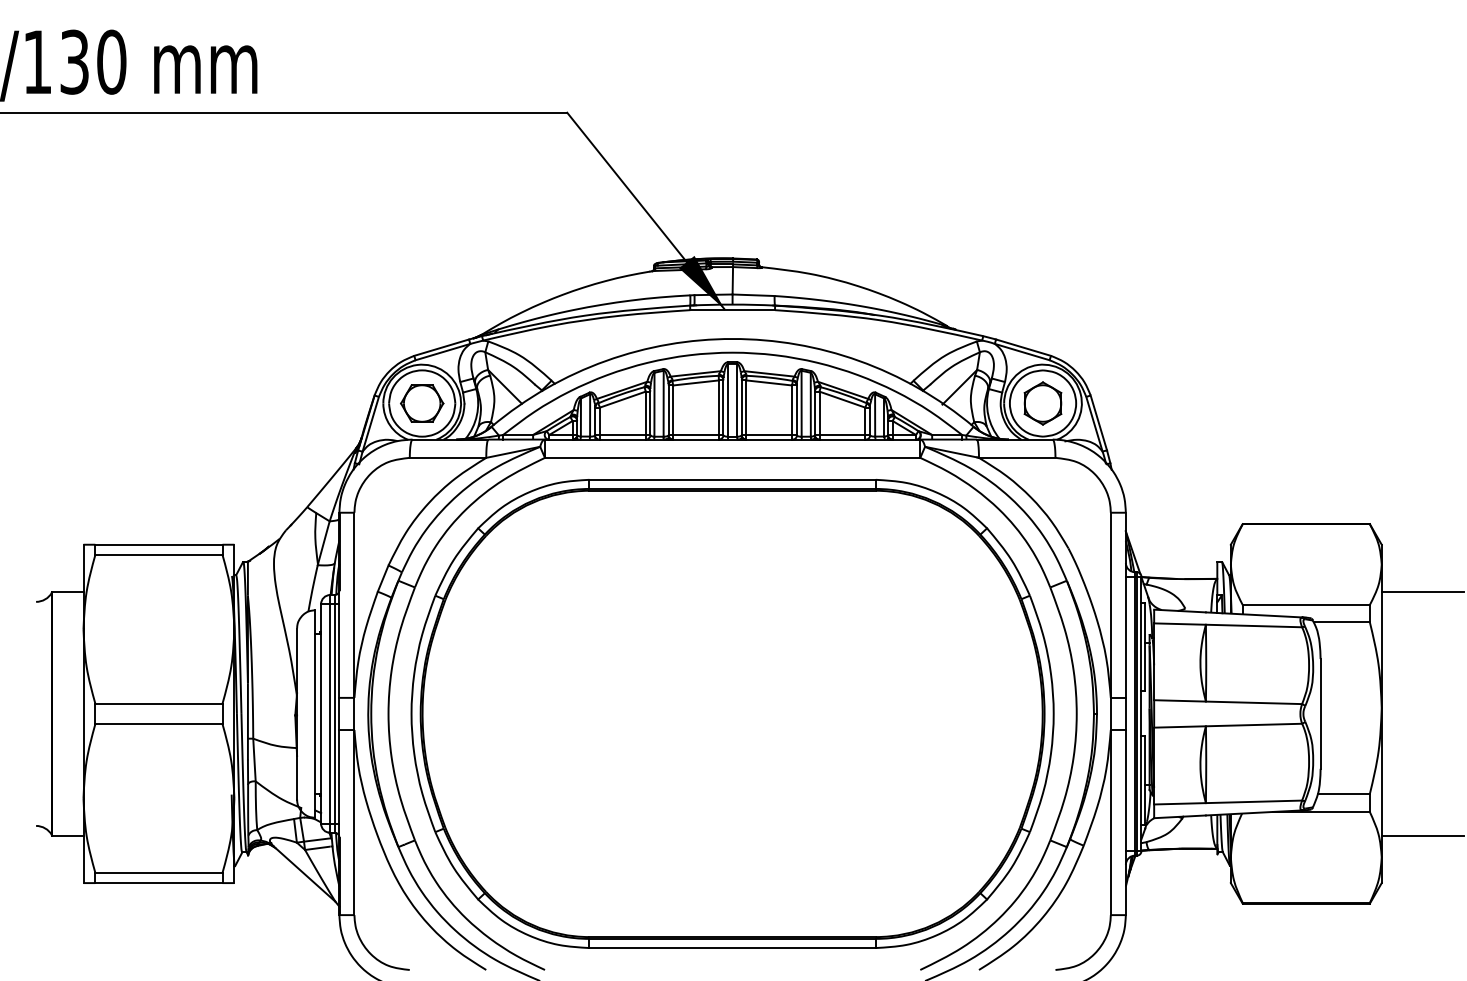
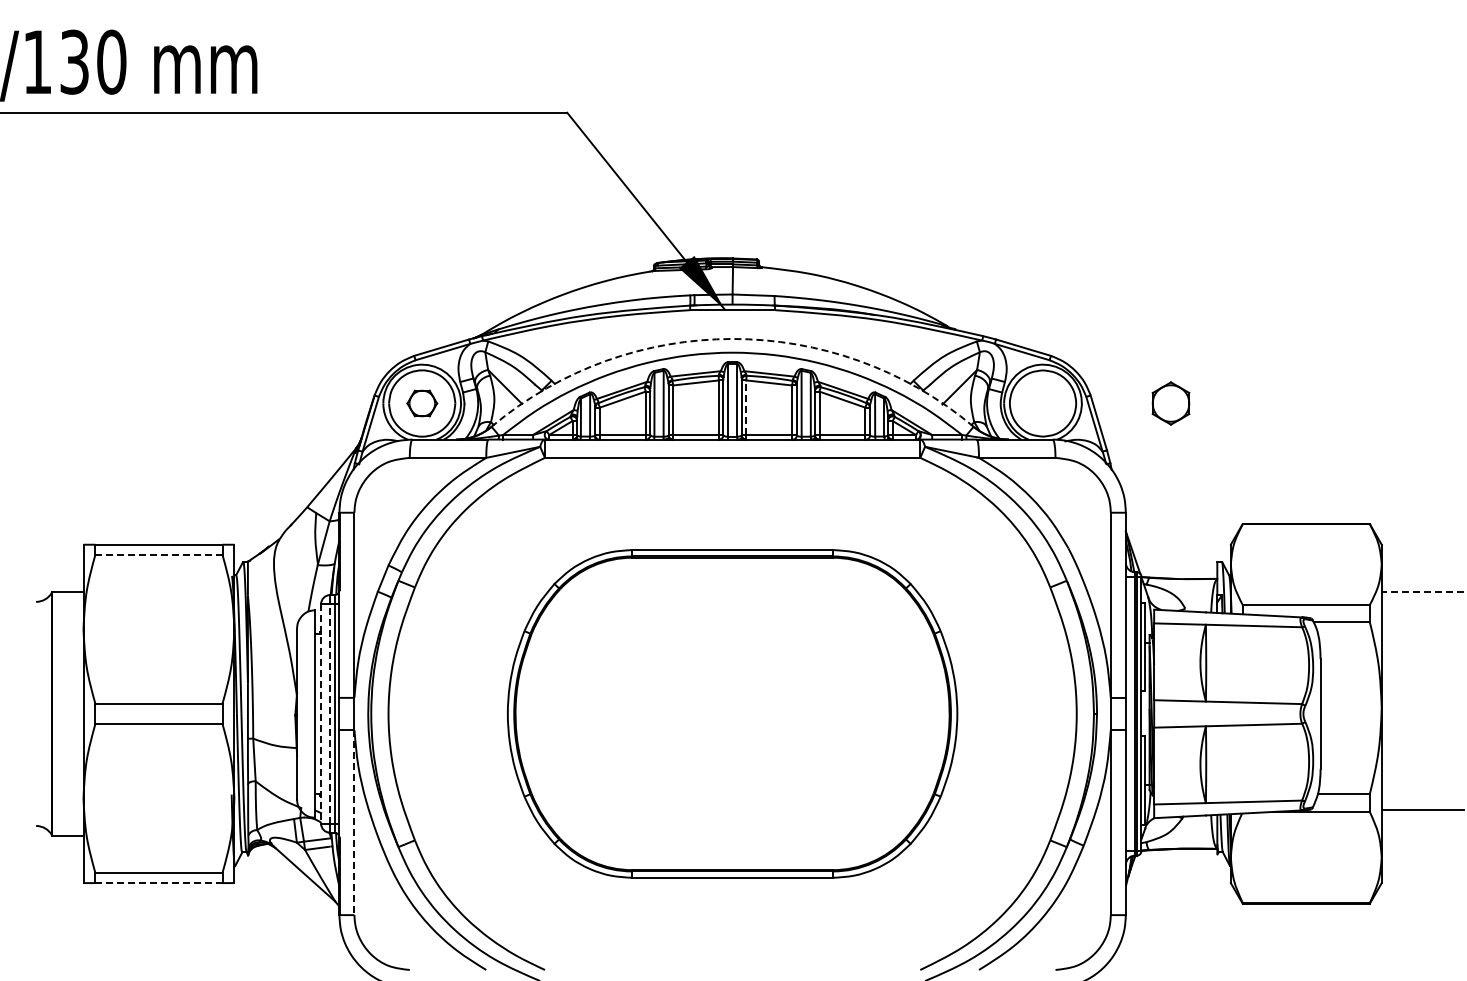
arc at (732, 338): solid -> dashed
part at (422, 403) size: 45x39 px -> 33x29 px
part at (1042, 403) position: (1042, 403) -> (1170, 403)
line at (746, 407): solid -> dashed
line at (158, 554): solid -> dashed
line at (1422, 592): solid -> dashed
line at (321, 713): solid -> dashed
line at (330, 713): solid -> dashed
part at (732, 713) size: 645x470 px -> 453x330 px
line at (354, 822): solid -> dashed
line at (1422, 835) position: (1422, 835) -> (1422, 809)
line at (158, 883): solid -> dashed
